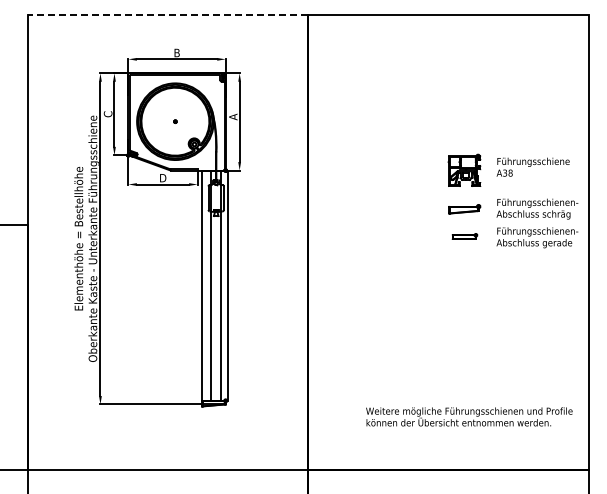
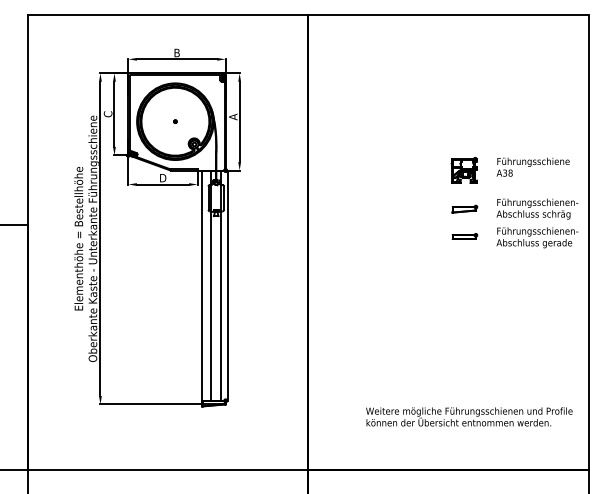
line at (167, 14): dashed -> solid
part at (464, 169) size: 35x34 px -> 28x27 px
part at (464, 209) size: 34x11 px -> 28x10 px
